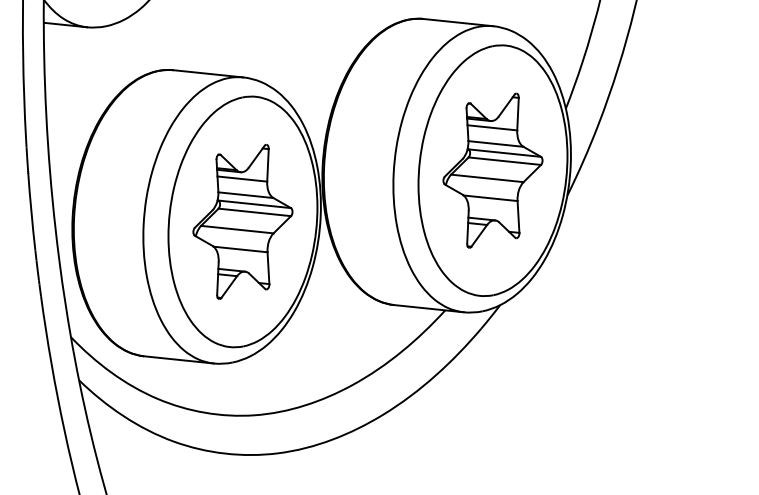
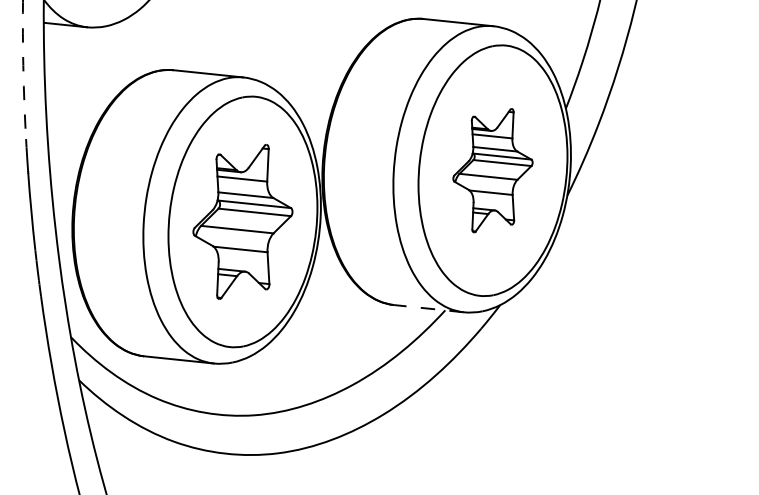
arc at (23, 69): solid -> dashed
part at (492, 170) size: 102x157 px -> 82x126 px
line at (428, 308): solid -> dashed
